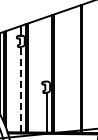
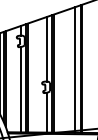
line at (47, 48): none -> present
line at (75, 69): none -> present
line at (21, 89): dashed -> solid
